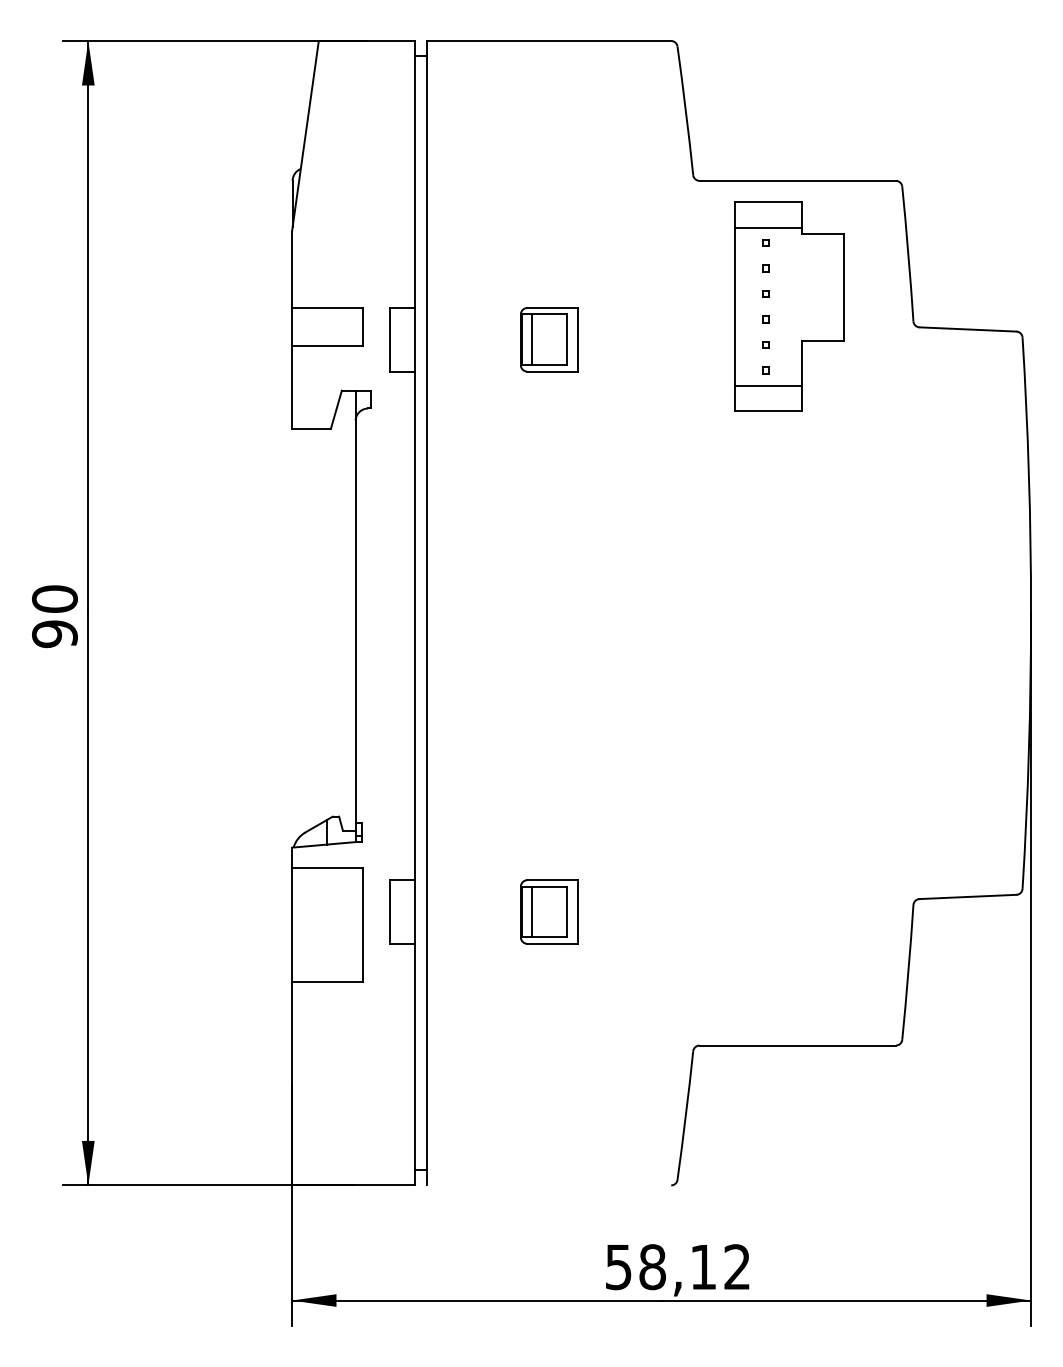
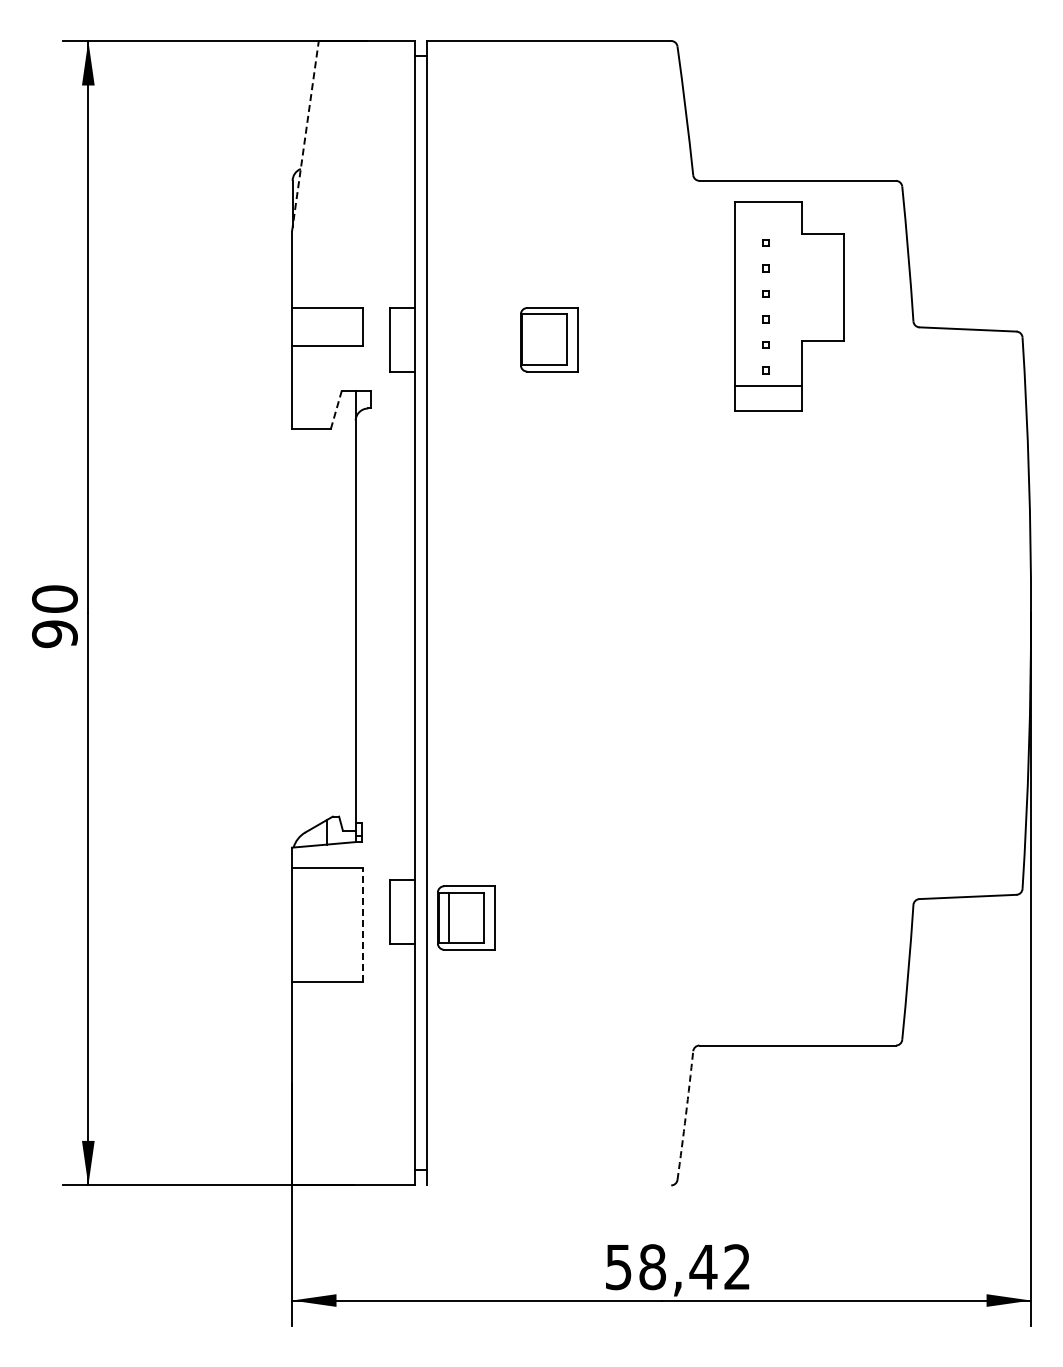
line at (305, 135): solid -> dashed
line at (767, 227): present -> none
line at (531, 339): present -> none
line at (336, 409): solid -> dashed
part at (549, 911) position: (549, 911) -> (466, 917)
line at (363, 924): solid -> dashed
arc at (685, 1115): solid -> dashed
text at (703, 1267): 58,12 -> 58,42
